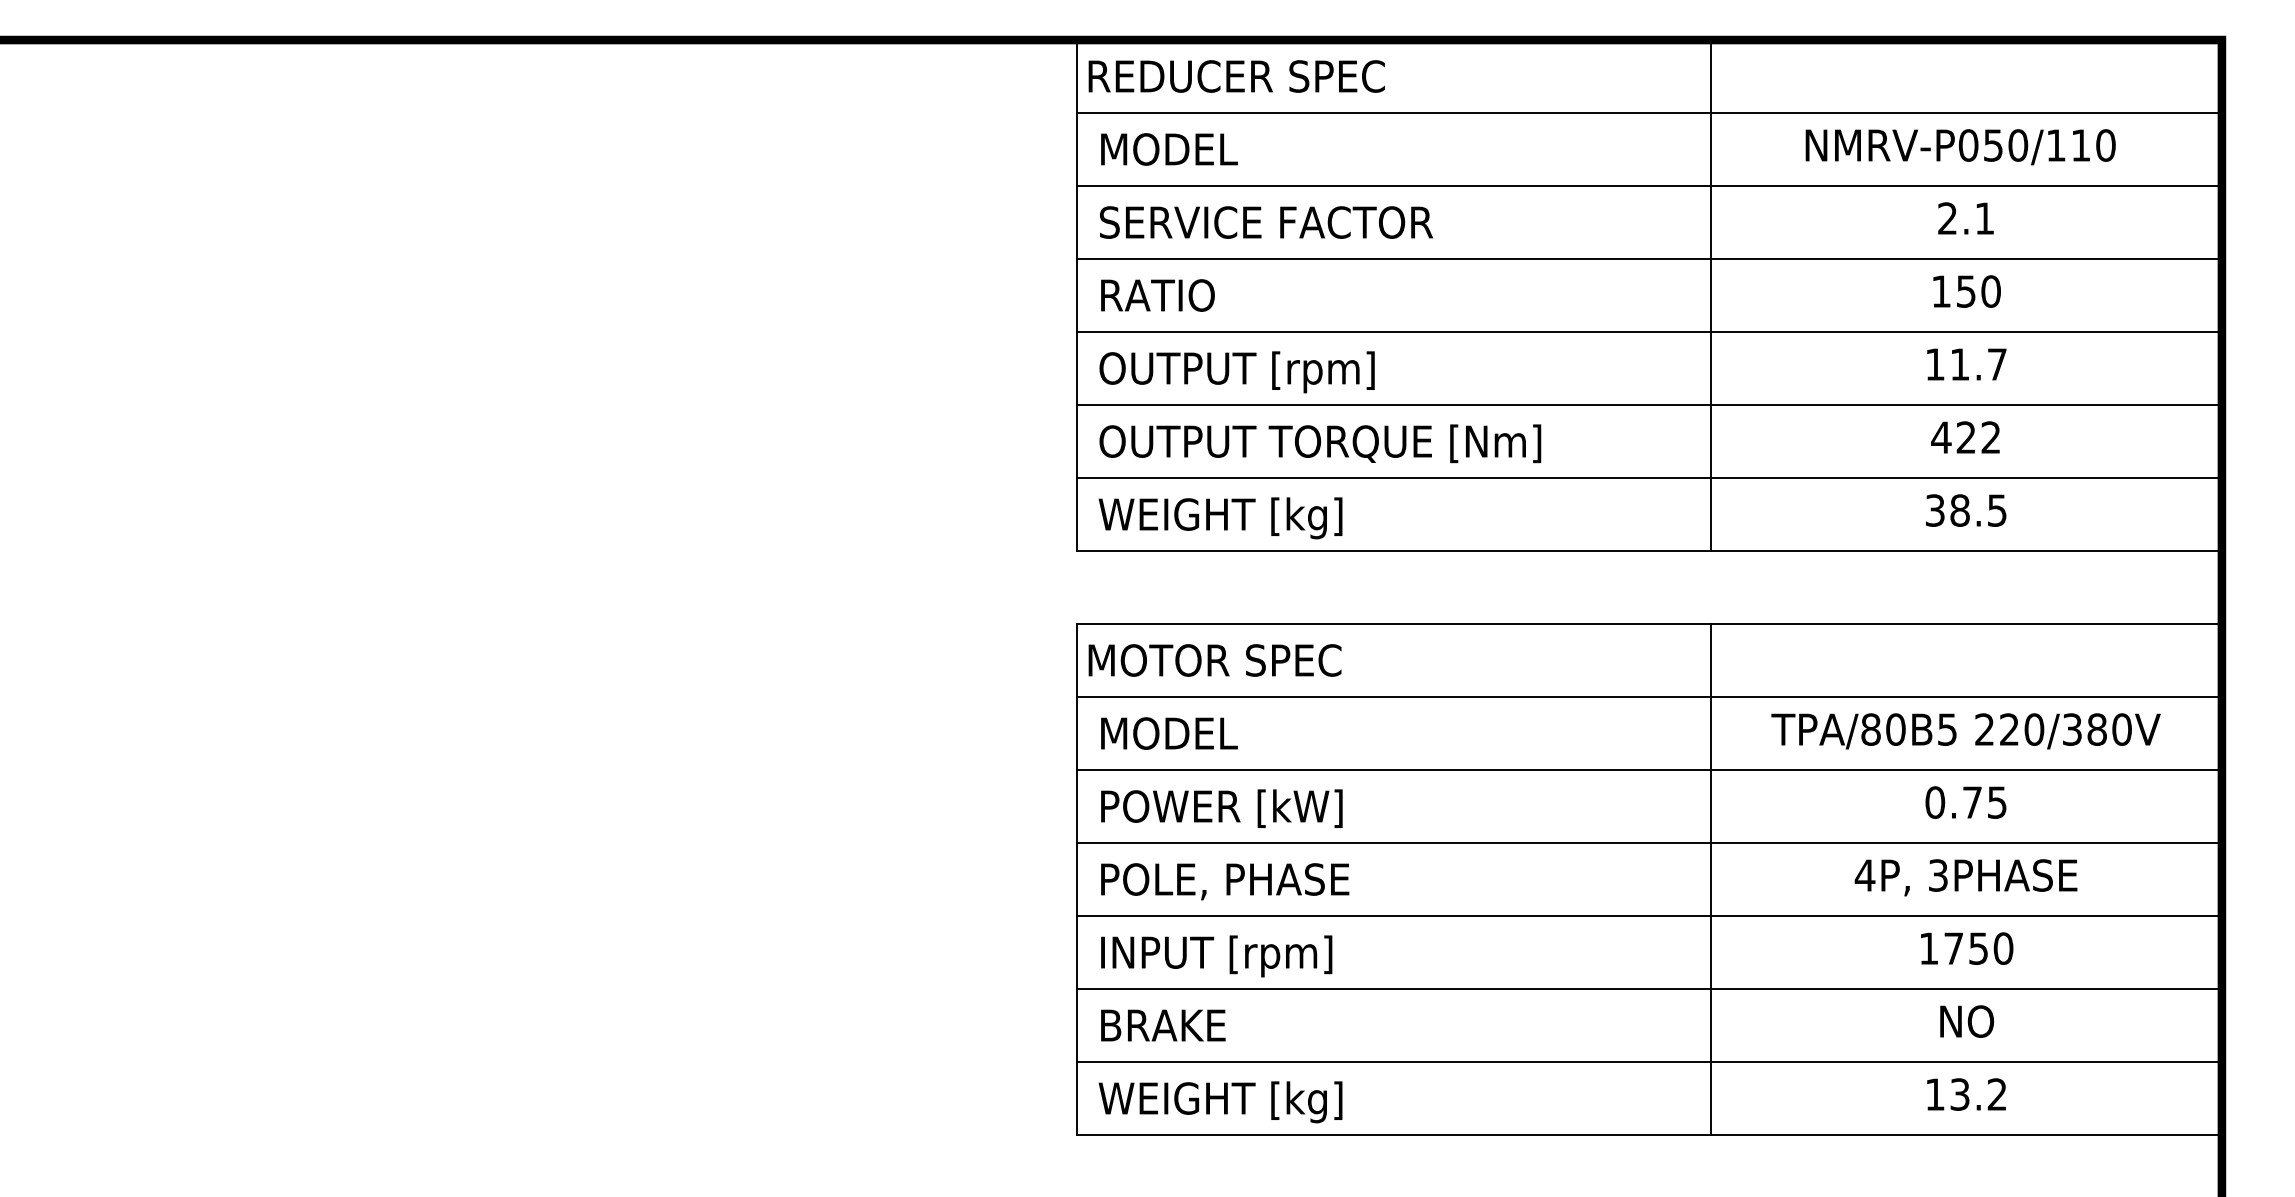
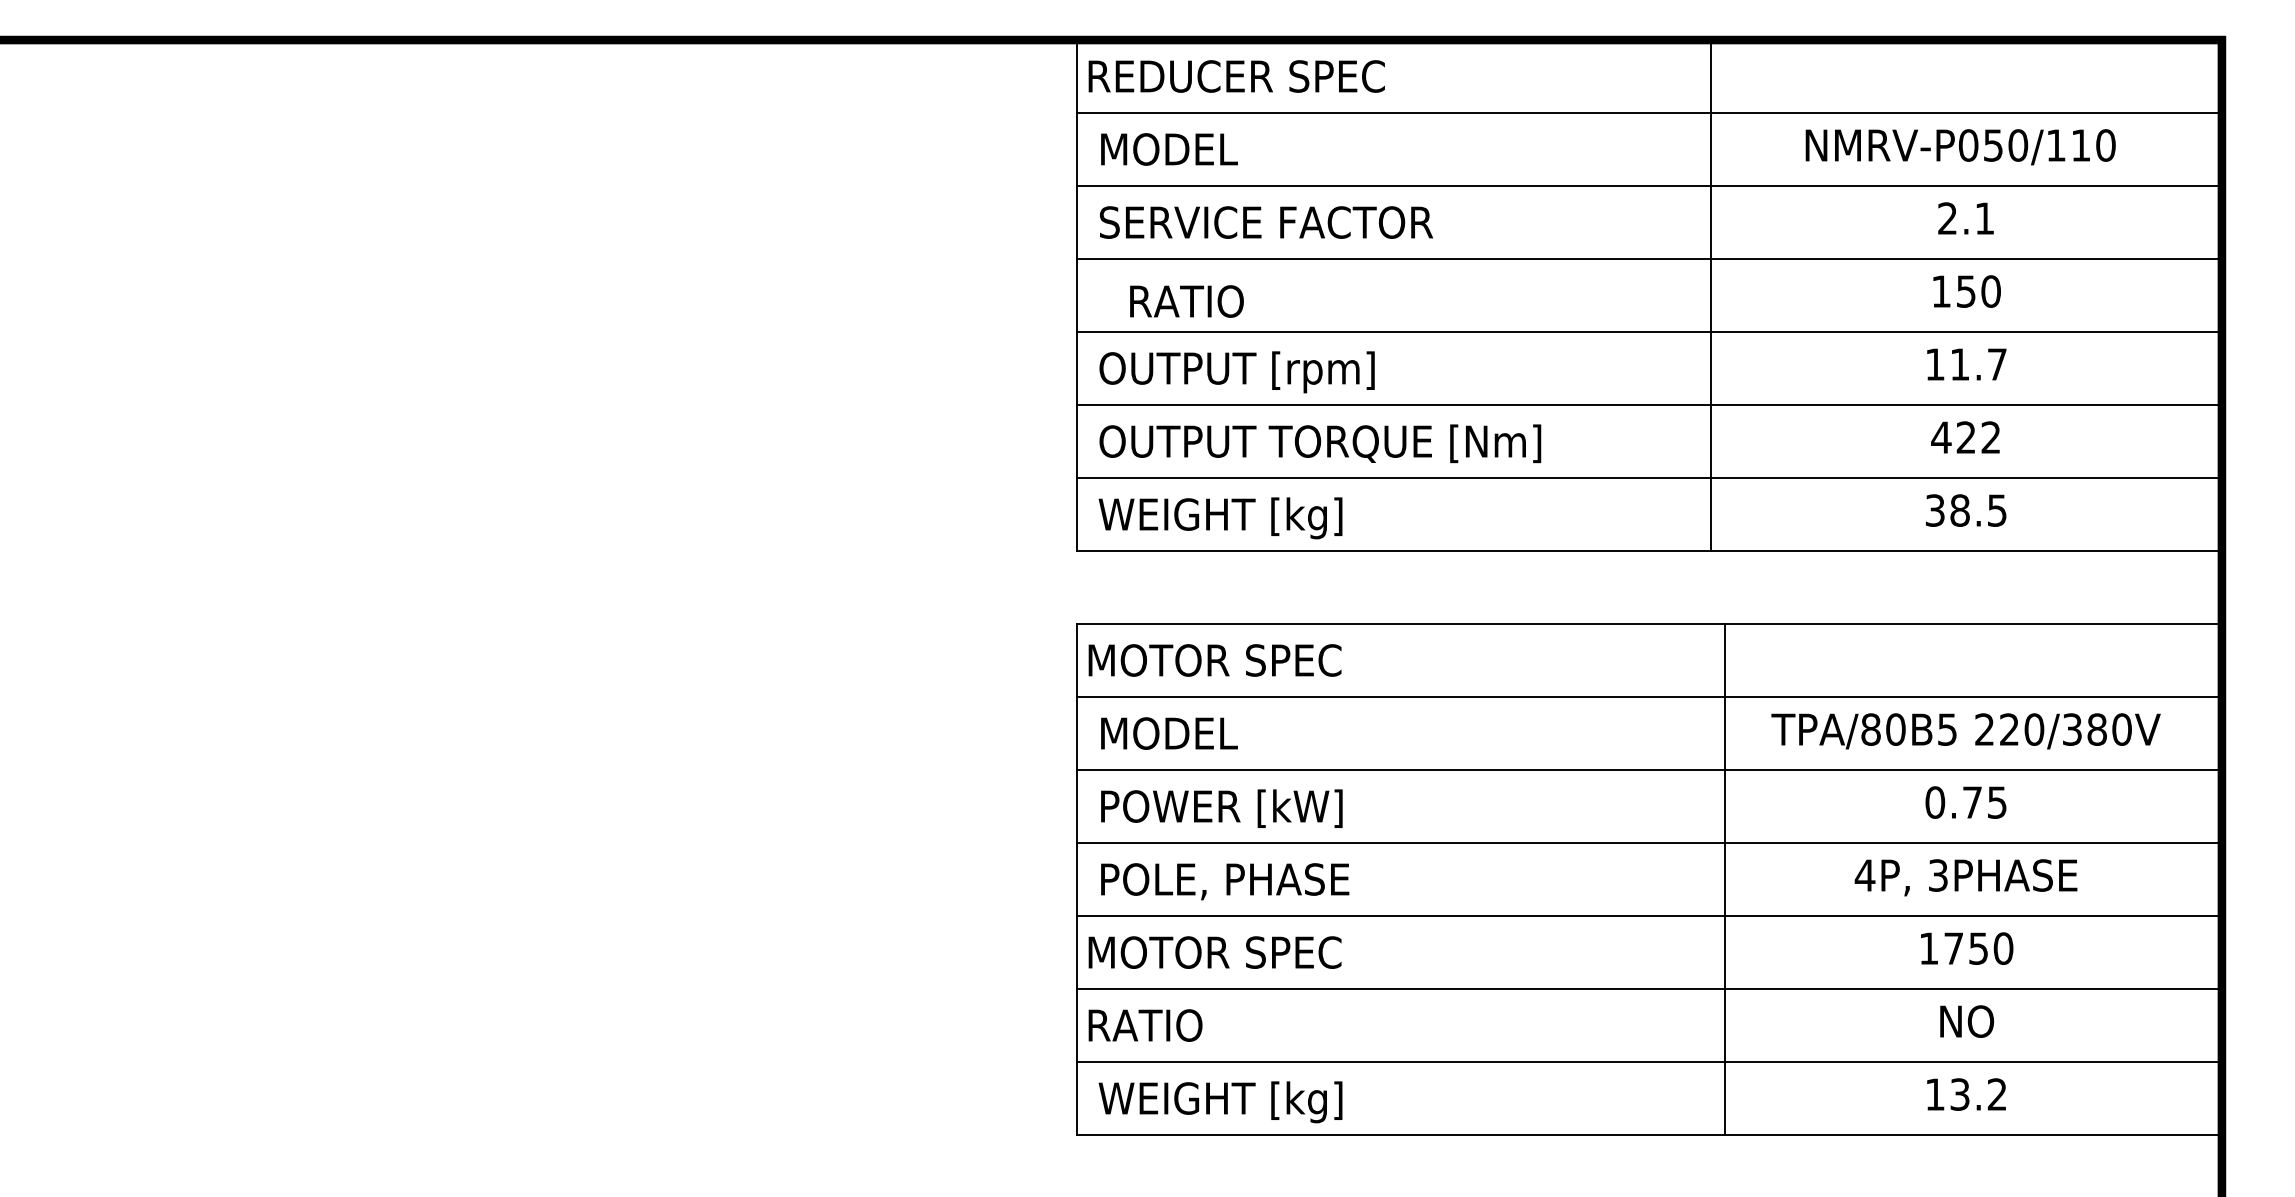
text at (1157, 295) position: (1157, 295) -> (1186, 301)
line at (1710, 879) position: (1710, 879) -> (1724, 879)
text at (1214, 956): INPUT [rpm] -> MOTOR SPEC
text at (1156, 1025): BRAKE -> RATIO
